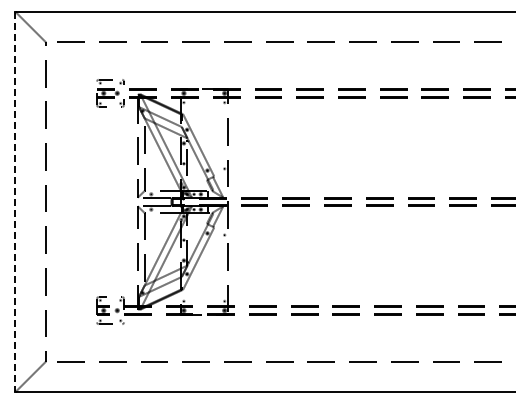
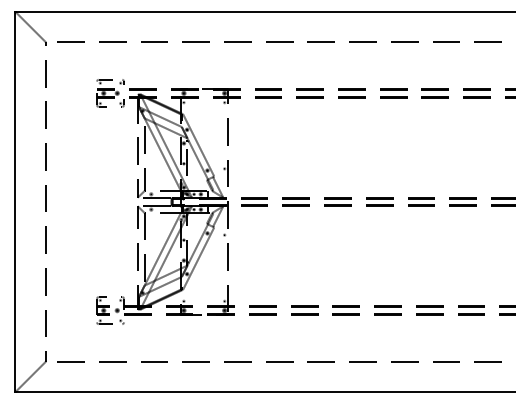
line at (15, 202): dashed -> solid
